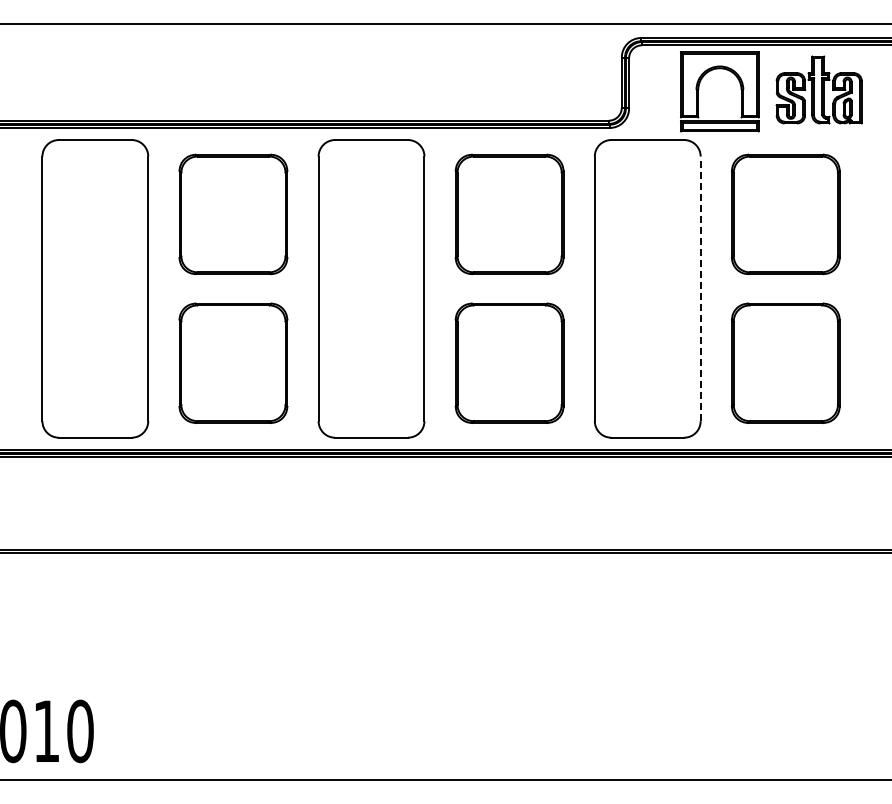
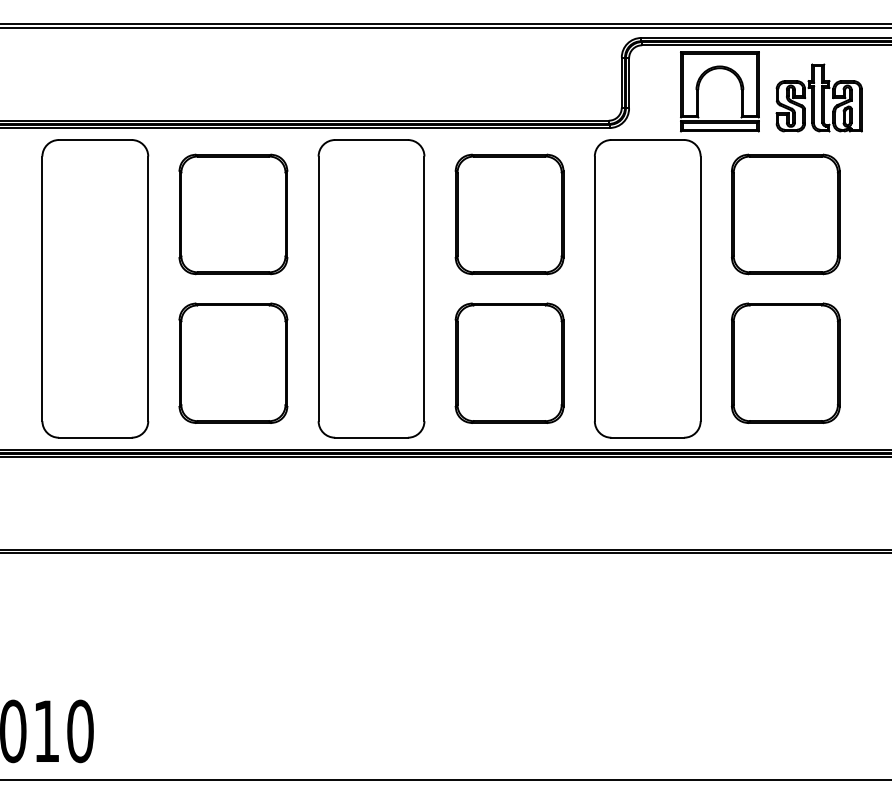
line at (445, 27): none -> present
part at (818, 89) position: (818, 89) -> (818, 97)
line at (700, 288): dashed -> solid
